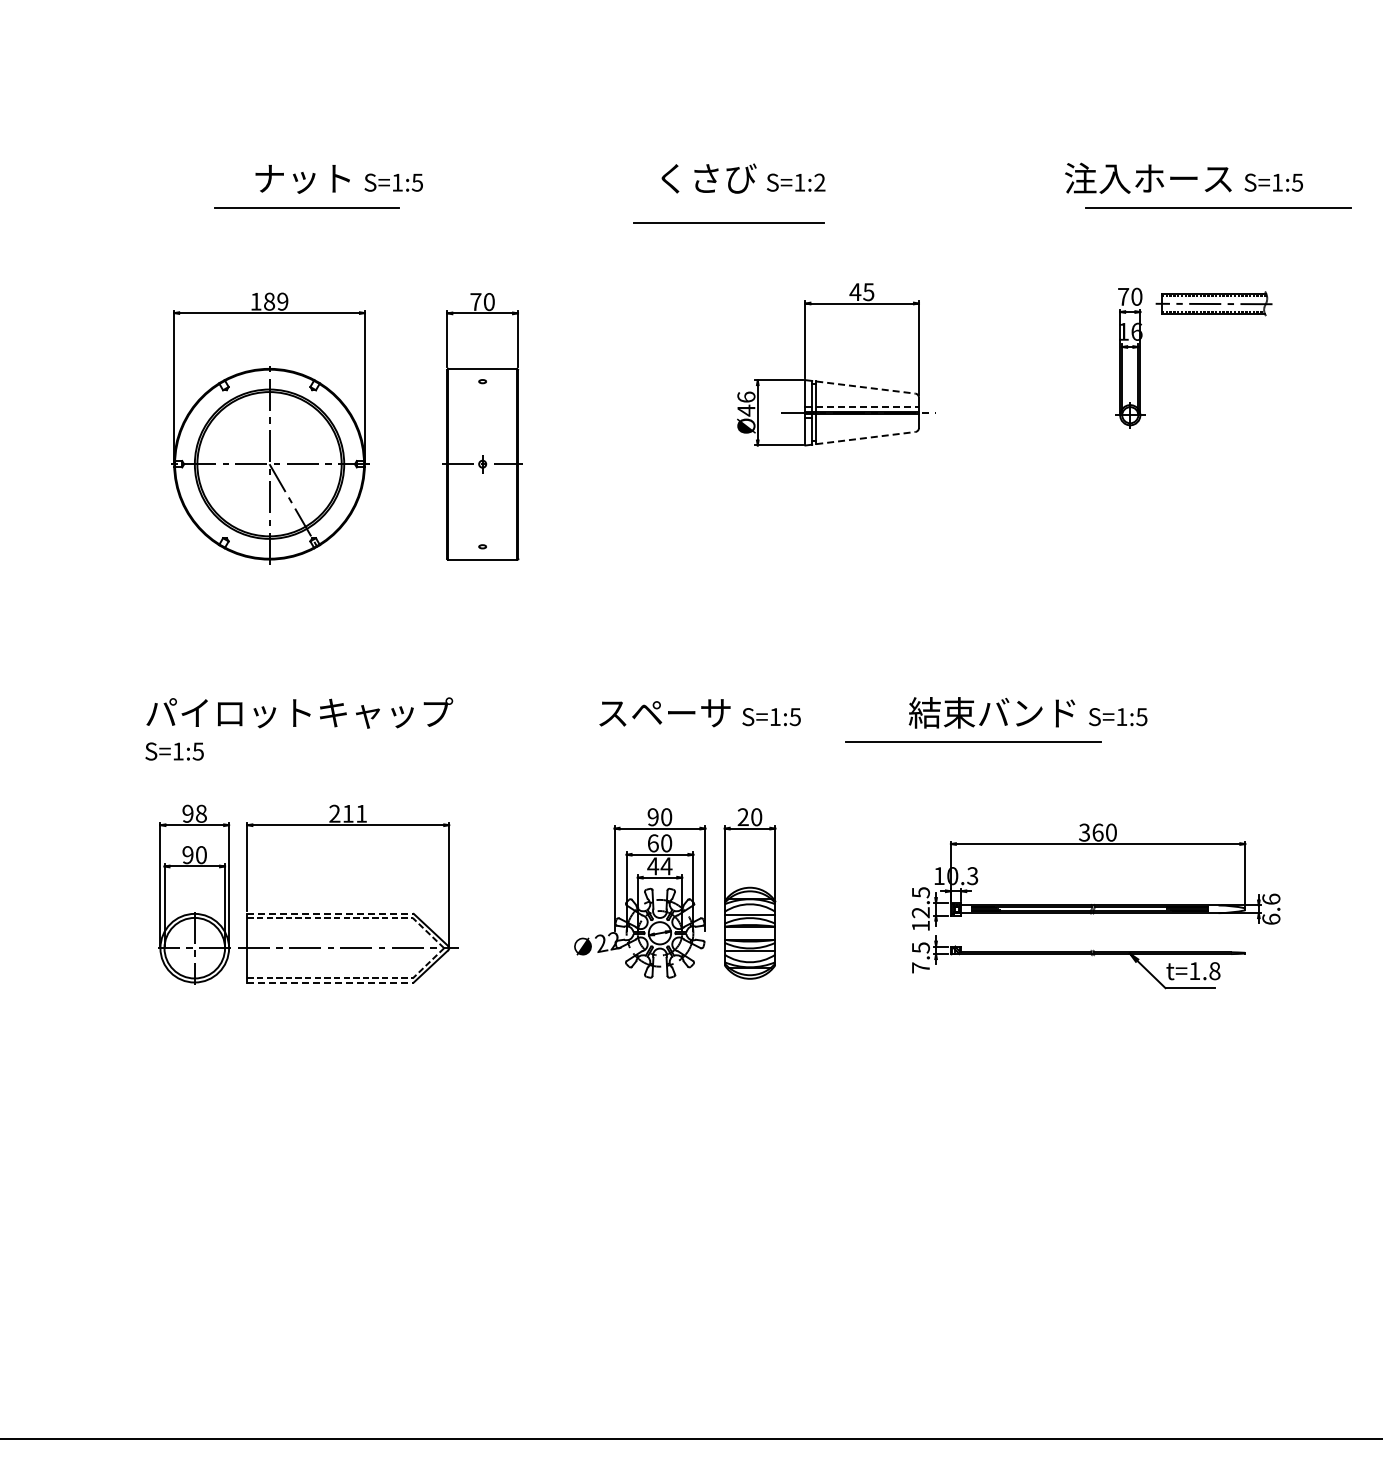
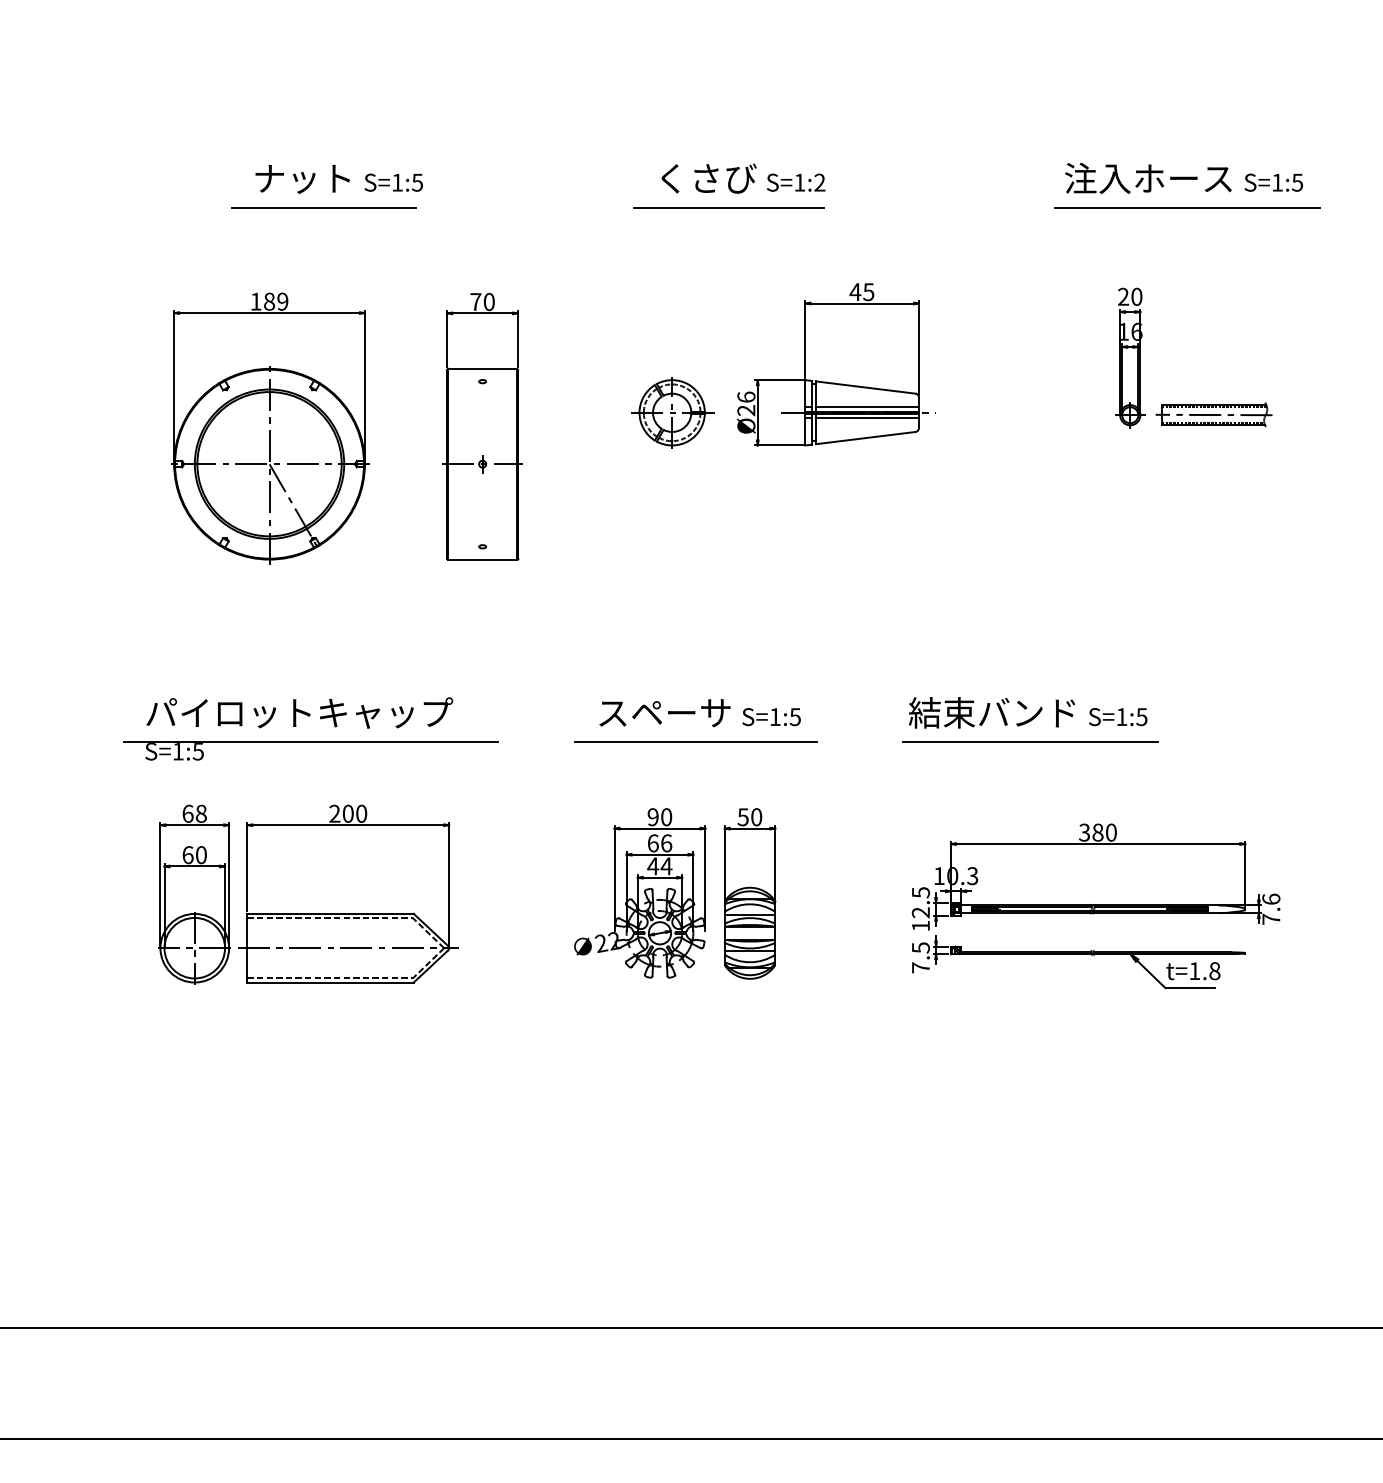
line at (306, 207) position: (306, 207) -> (323, 207)
line at (1218, 207) position: (1218, 207) -> (1187, 207)
line at (728, 222) position: (728, 222) -> (728, 207)
text at (1123, 296): 70 -> 20
part at (1213, 303) position: (1213, 303) -> (1213, 414)
line at (865, 387): dashed -> solid
line at (868, 407): dashed -> solid
text at (746, 410): Ø46 -> Ø26
part at (672, 412): none -> present
line at (867, 418): none -> present
line at (865, 438): dashed -> solid
line at (973, 741) position: (973, 741) -> (1030, 741)
line at (310, 742): none -> present
line at (695, 742): none -> present
text at (187, 813): 98 -> 68
text at (354, 813): 211 -> 200
text at (742, 817): 20 -> 50
text at (1097, 832): 360 -> 380
text at (666, 843): 60 -> 66
text at (187, 855): 90 -> 60
line at (331, 913): dashed -> solid
text at (1271, 918): 6.6 -> 7.6
line at (331, 982): dashed -> solid
line at (690, 1327): none -> present
